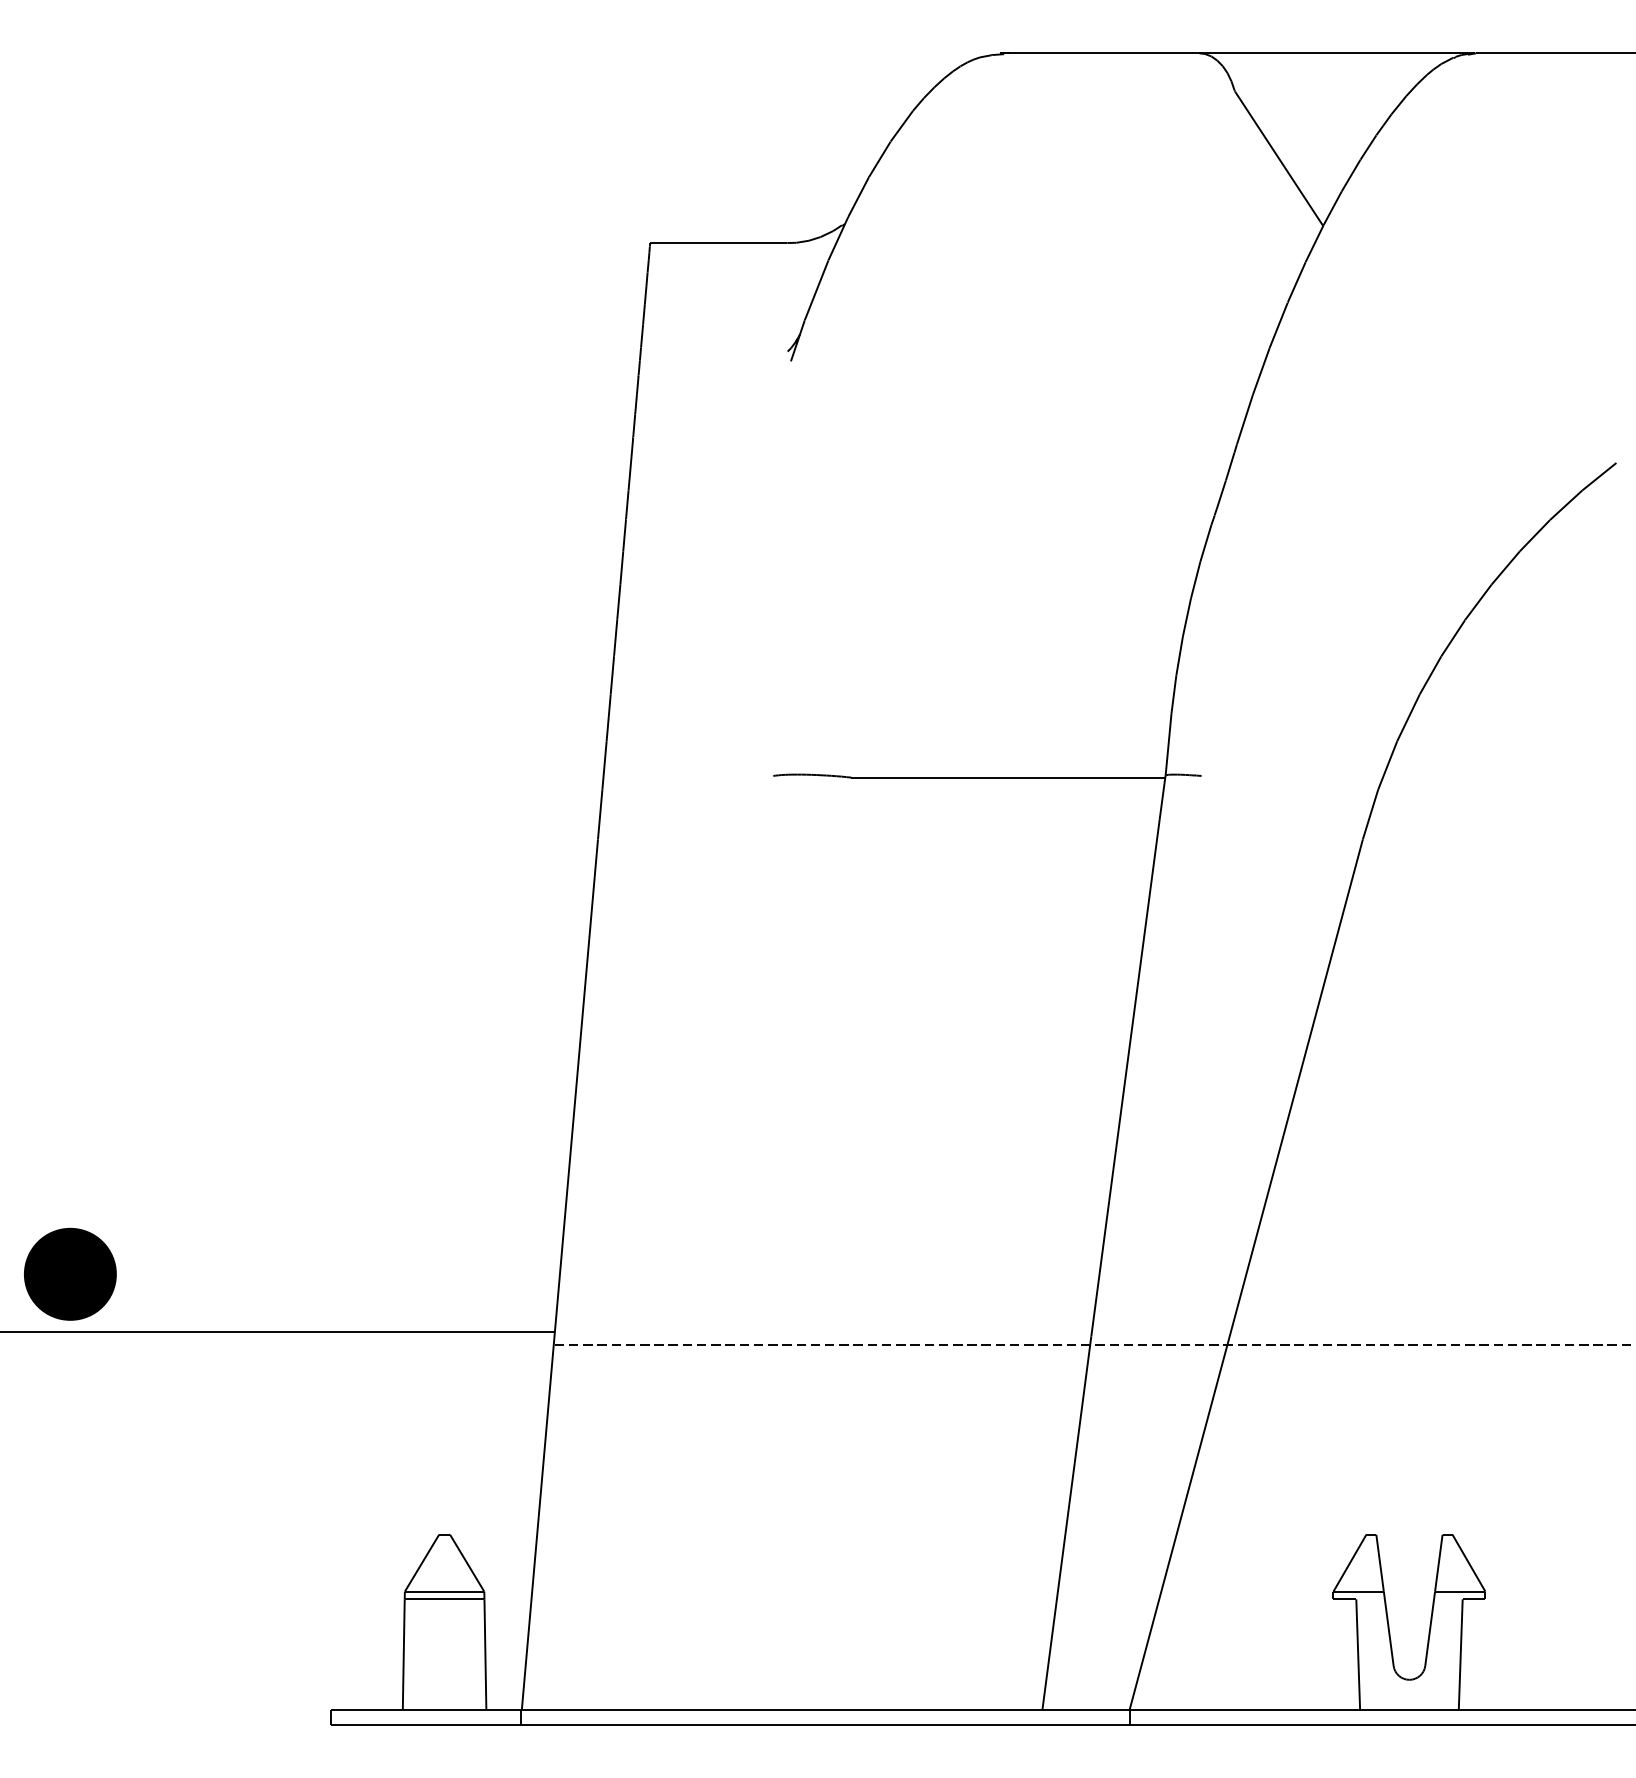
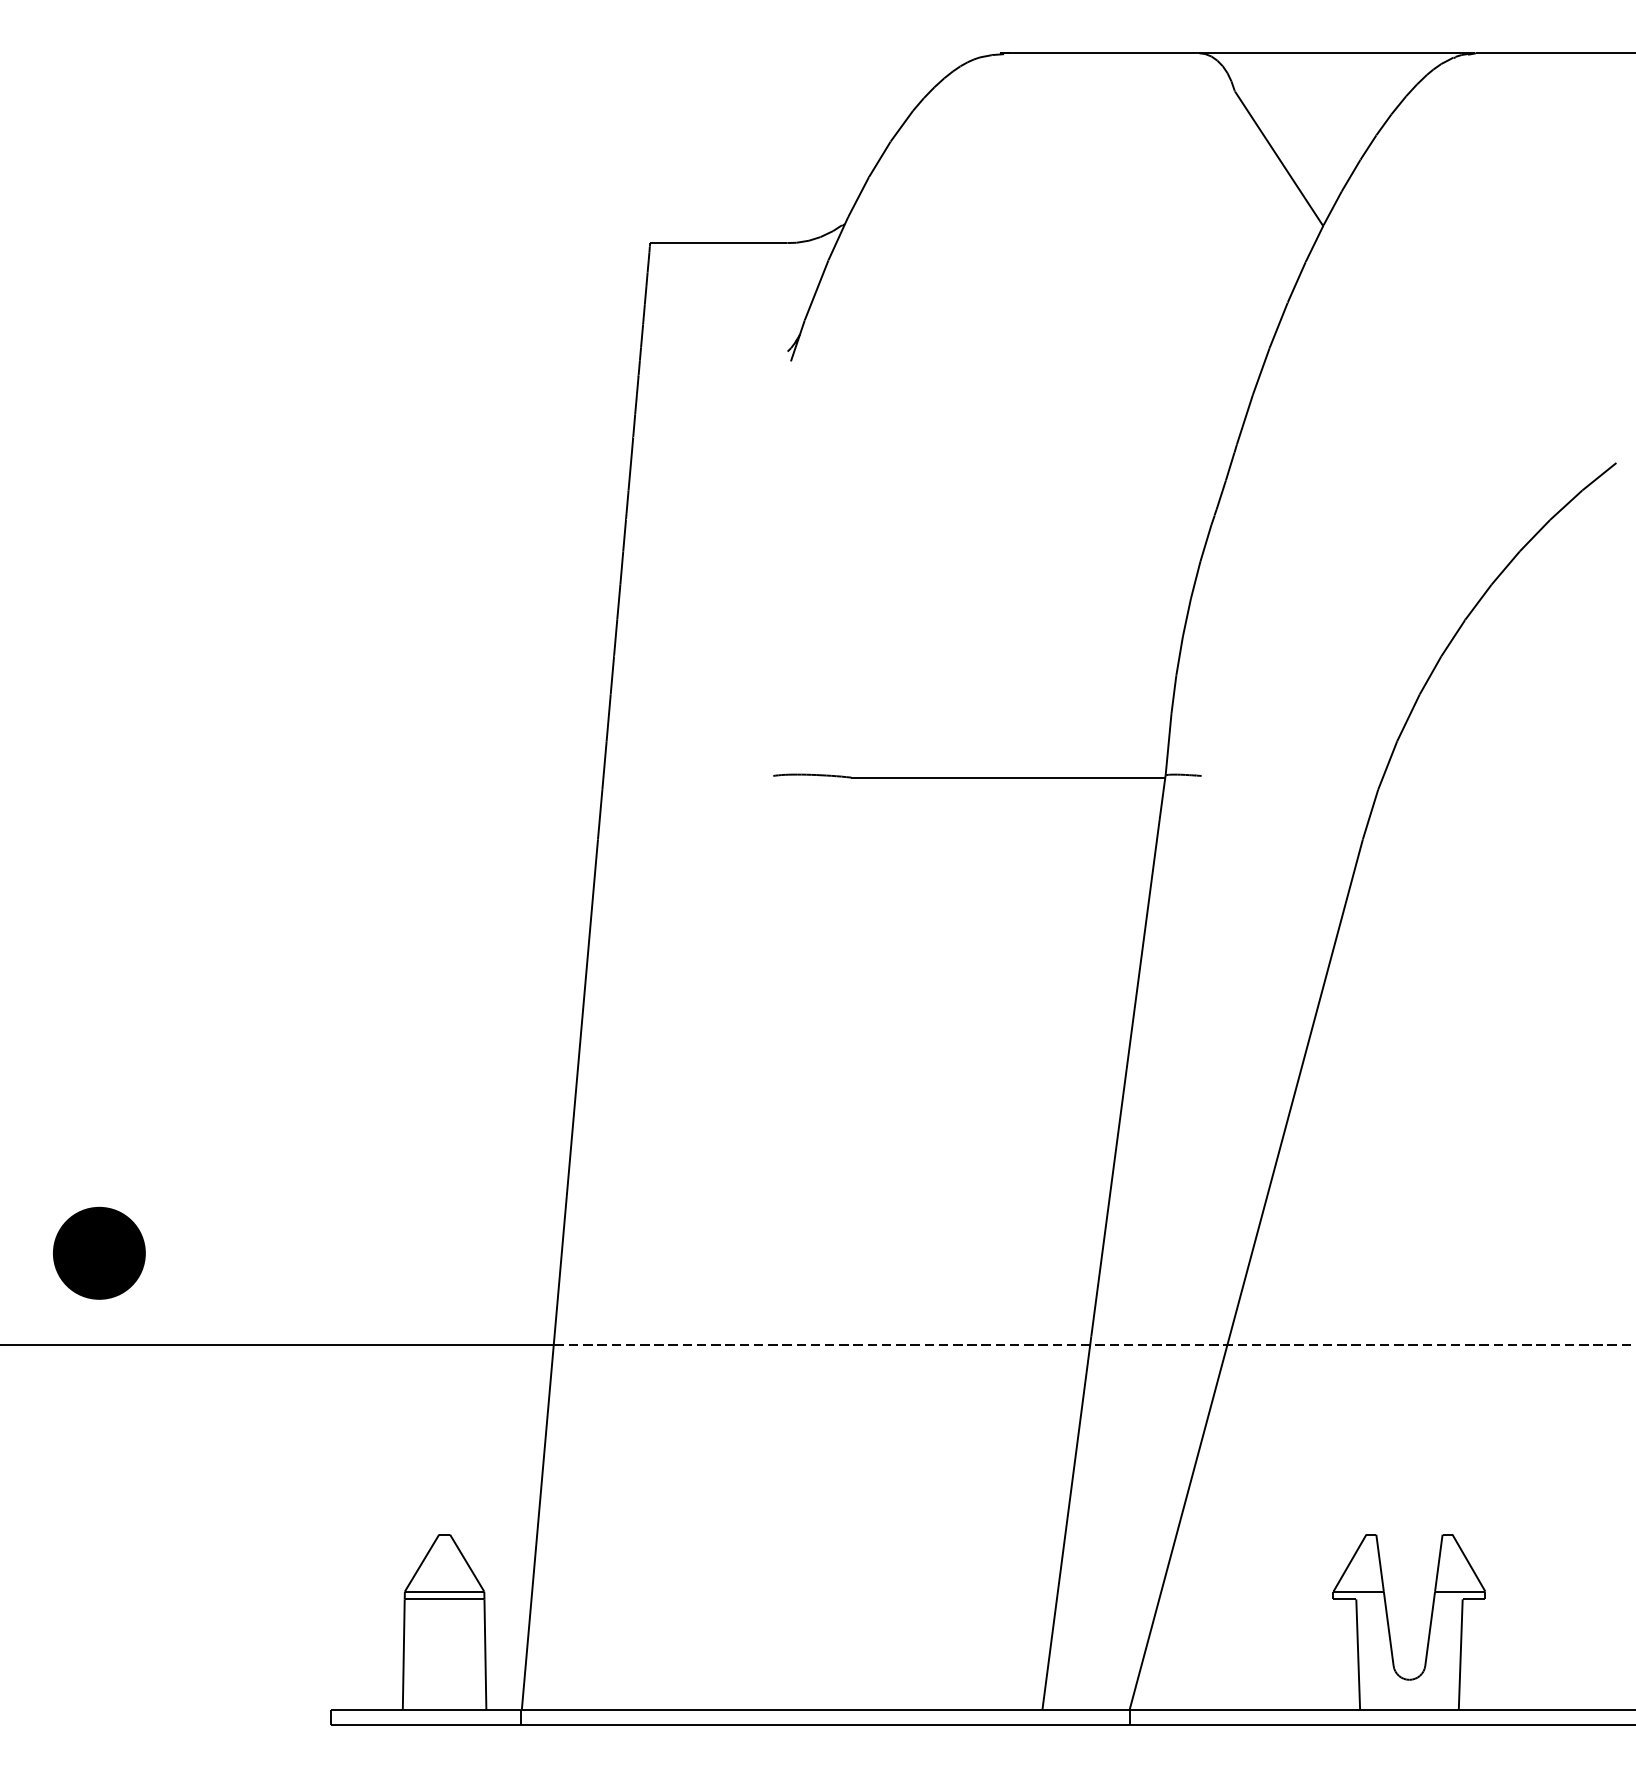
part at (70, 1273) position: (70, 1273) -> (99, 1252)
line at (277, 1332) position: (277, 1332) -> (277, 1345)
